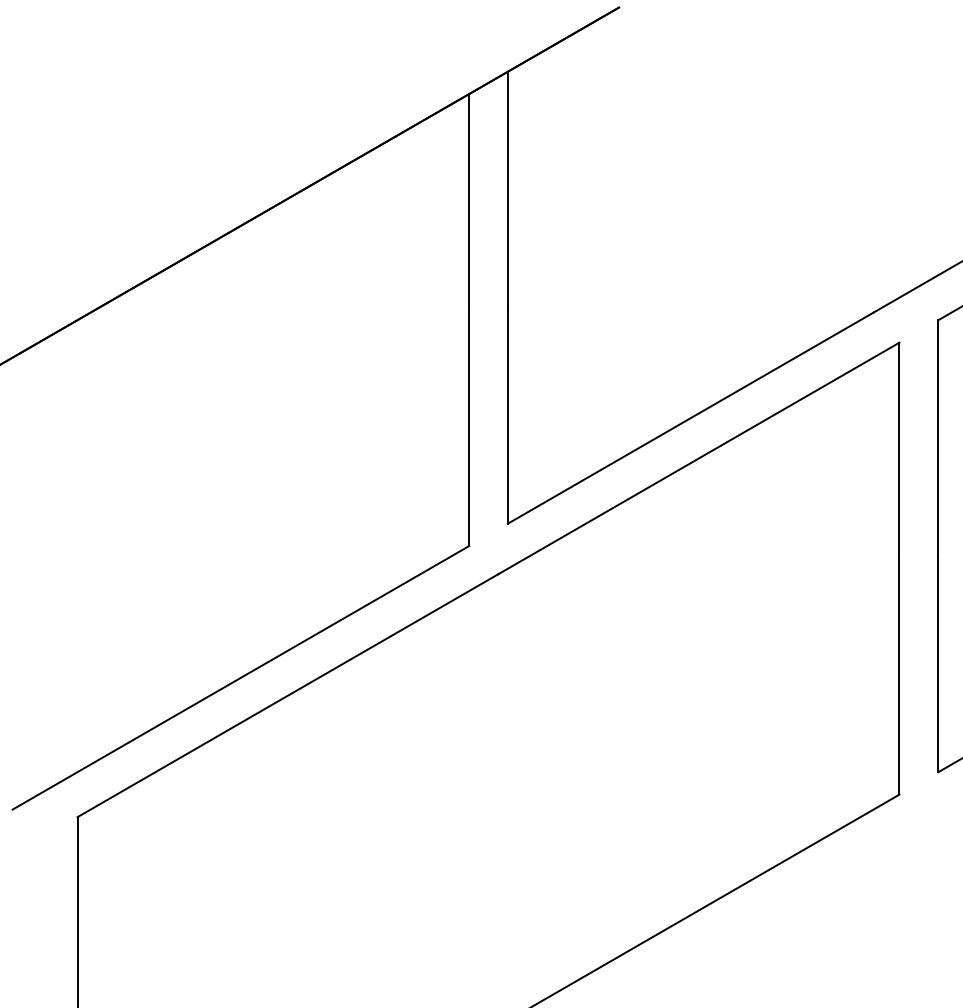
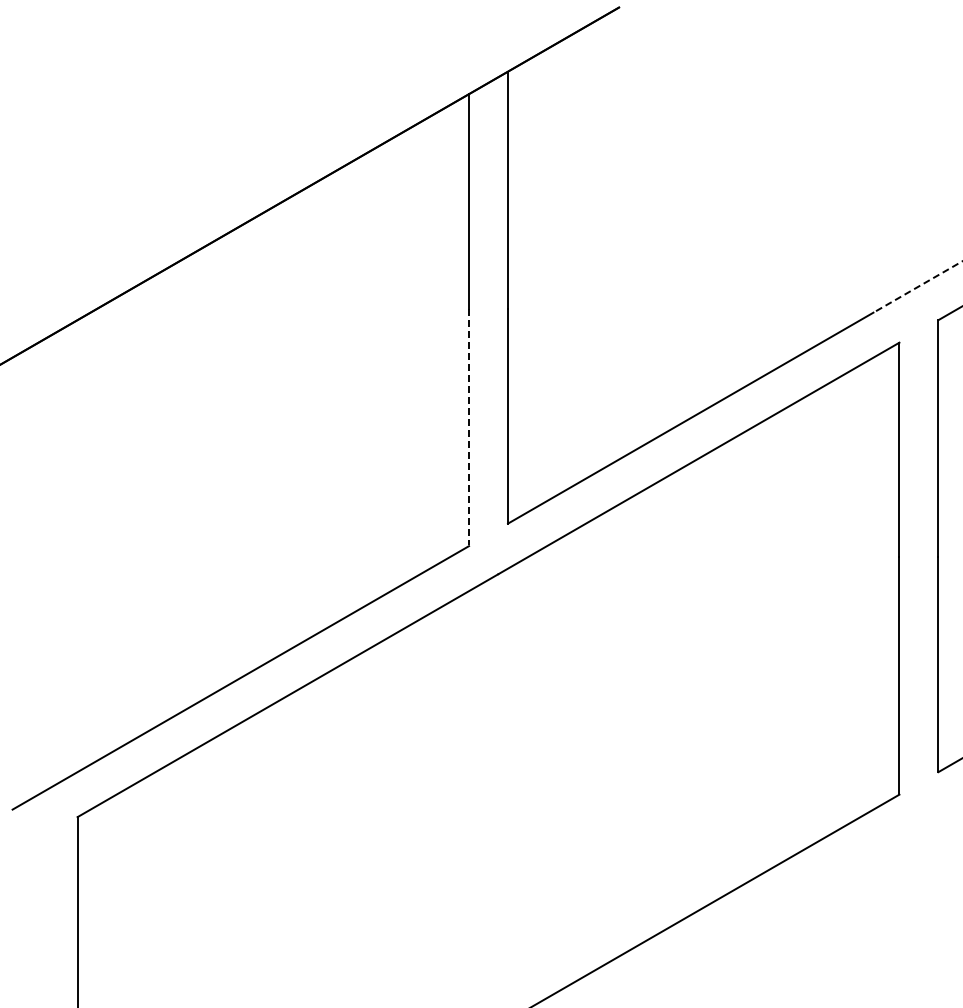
line at (917, 287): solid -> dashed
line at (469, 427): solid -> dashed
